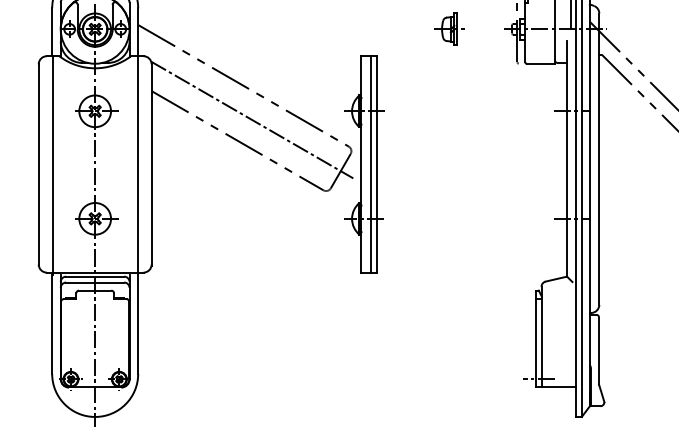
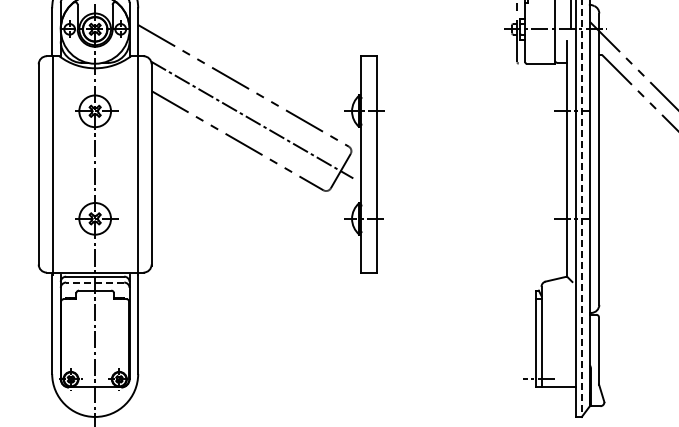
part at (449, 28): present -> none
line at (370, 164): present -> none
line at (581, 209): solid -> dashed
line at (94, 282): solid -> dashed
